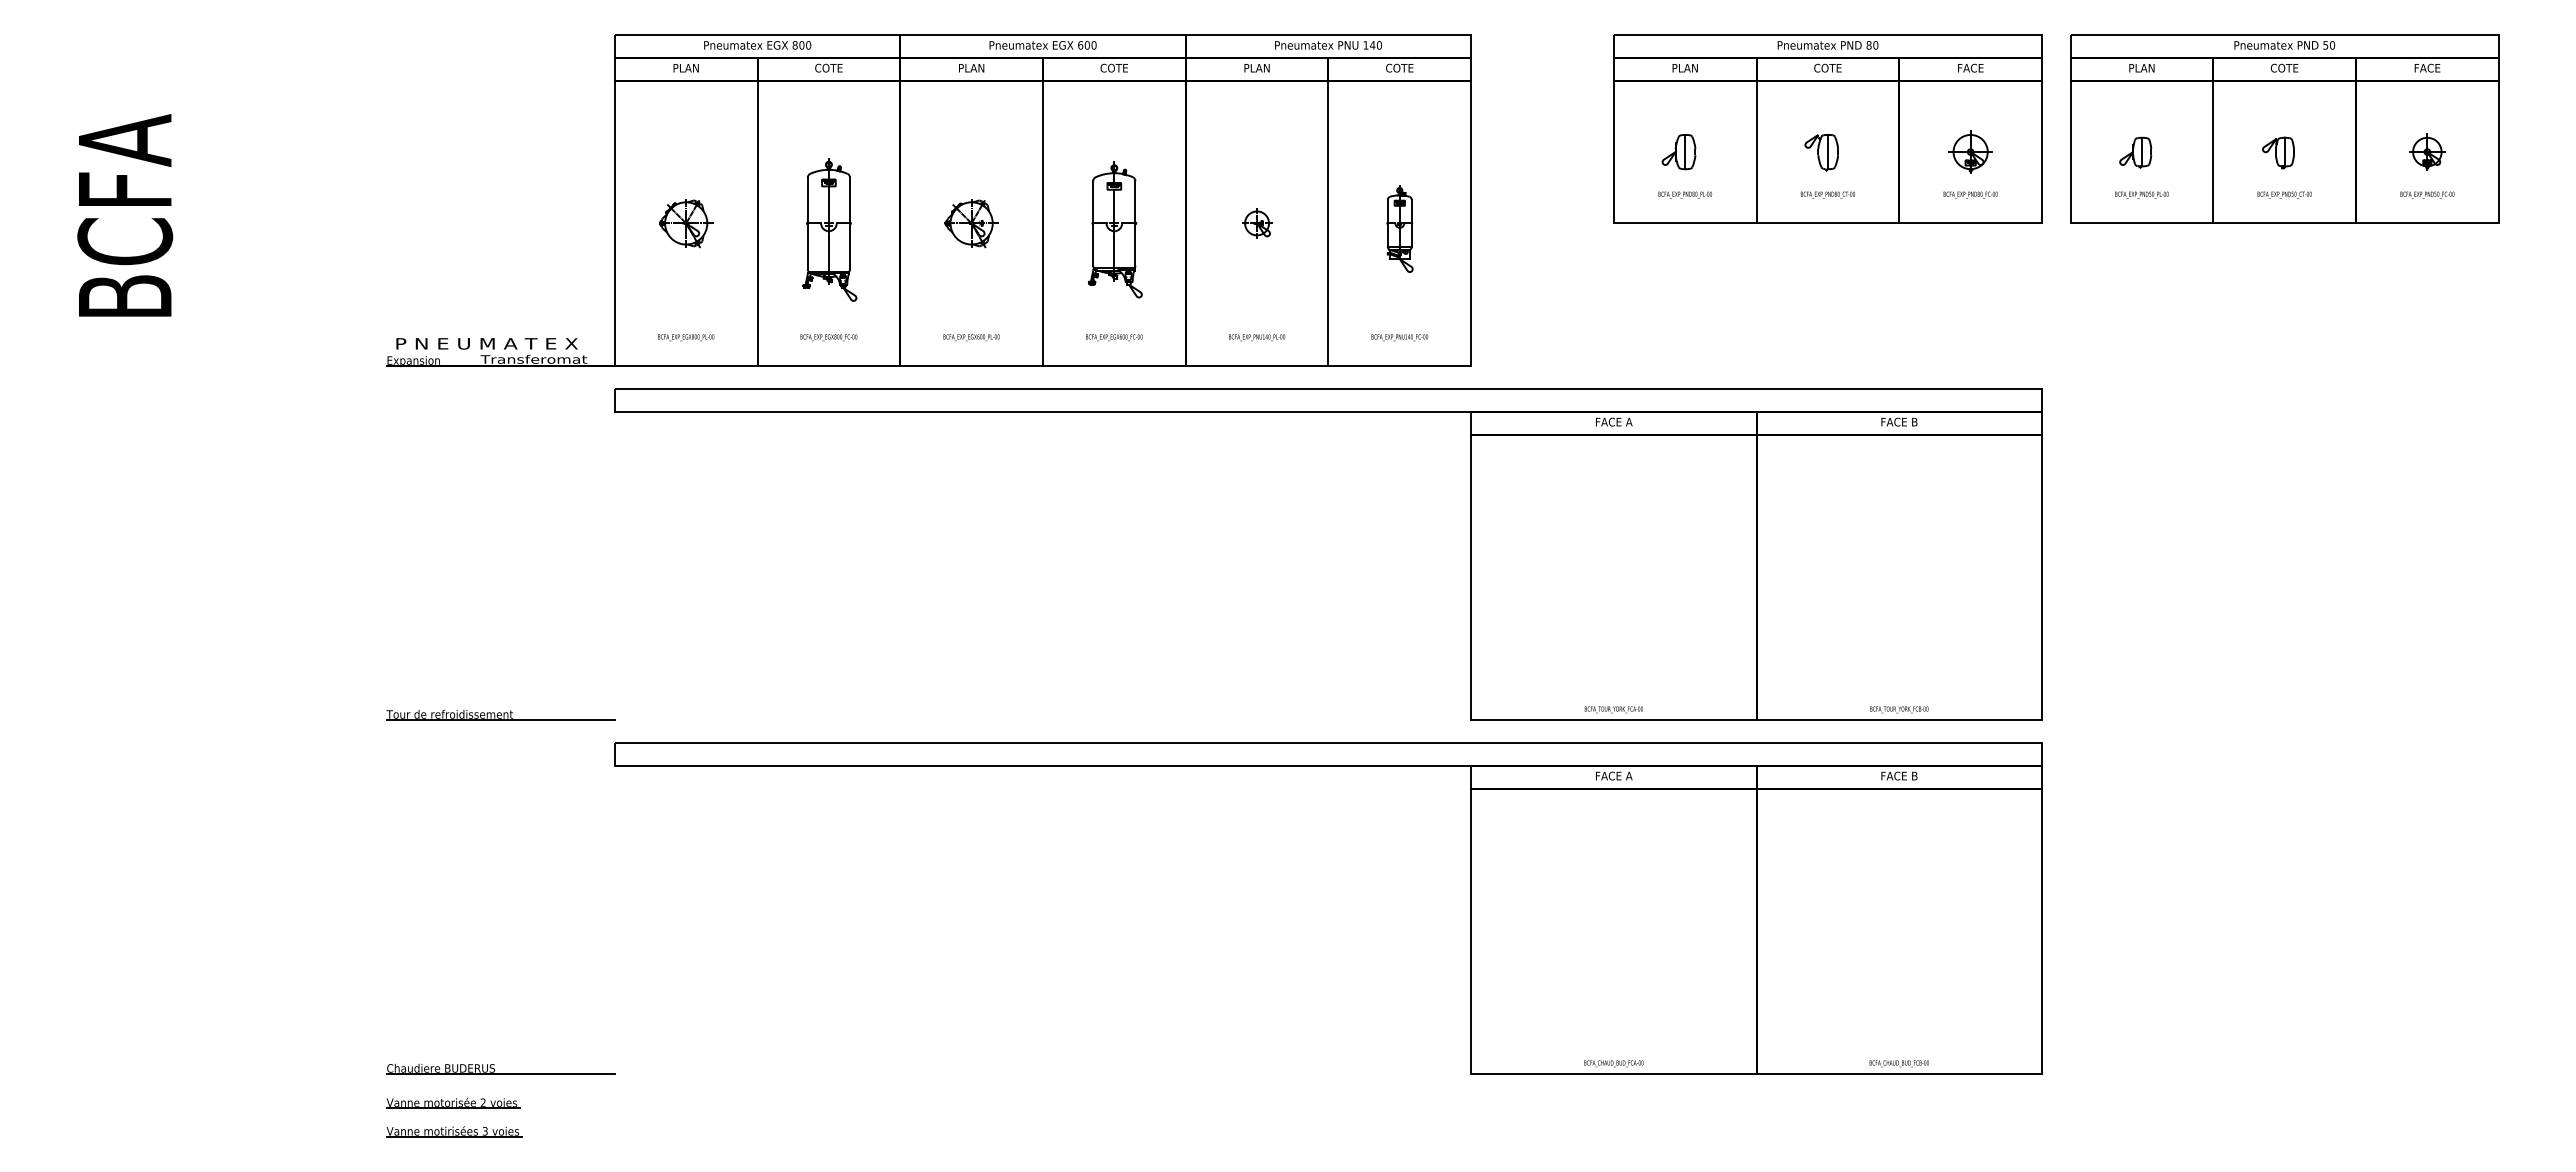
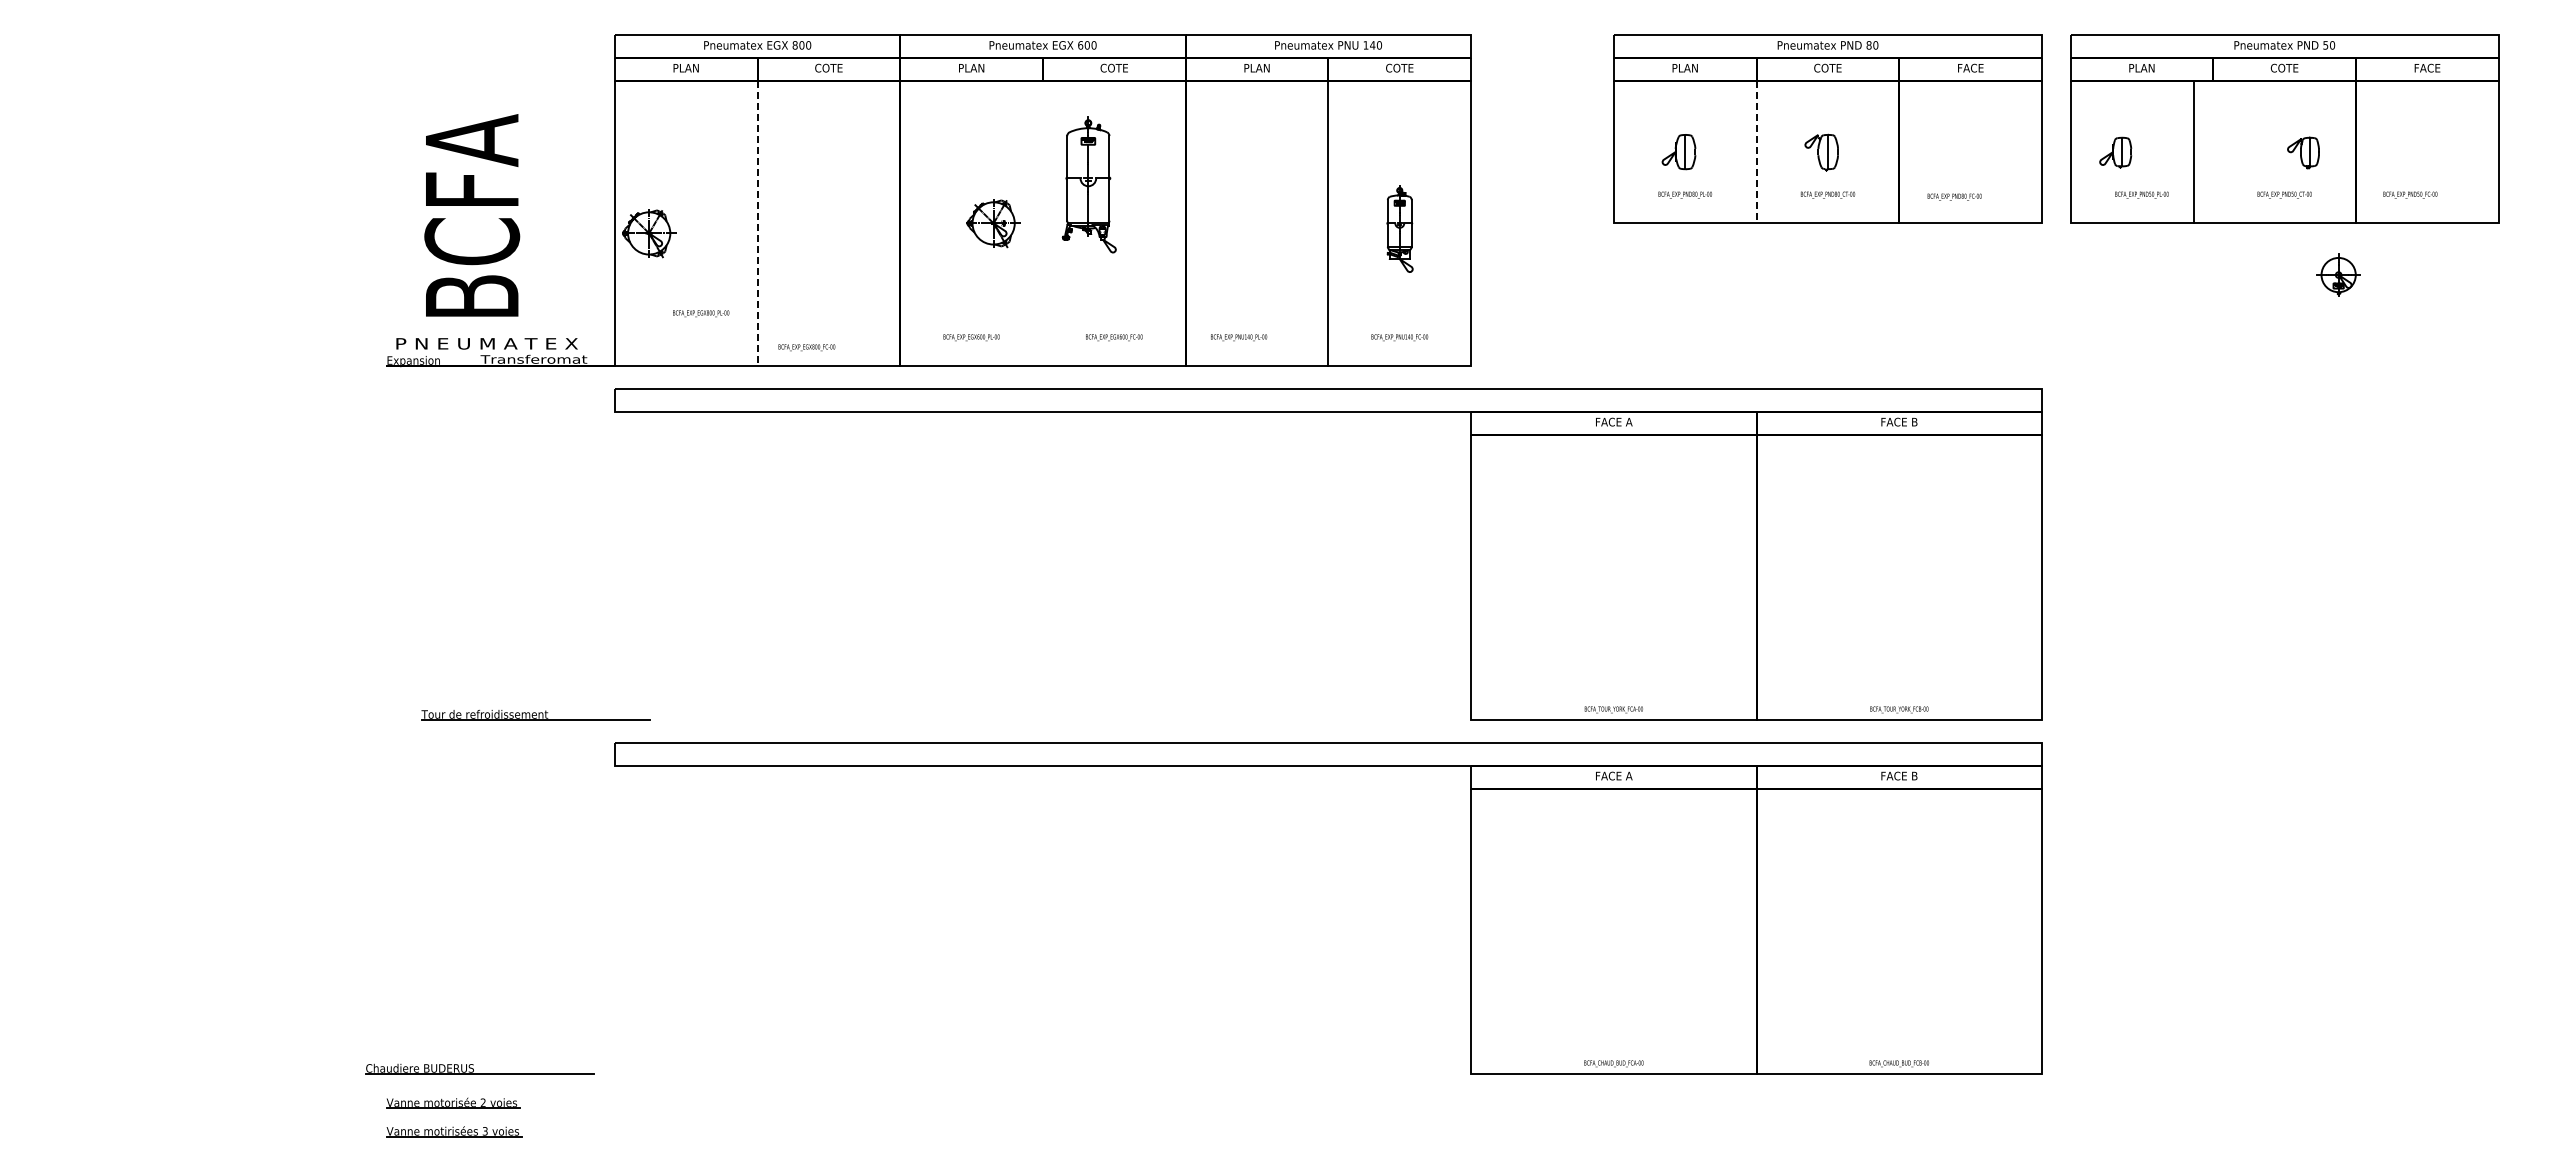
part at (1970, 151) position: (1970, 151) -> (2338, 274)
line at (2213, 151) position: (2213, 151) -> (2194, 151)
part at (2427, 151): present -> none
line at (1756, 152): solid -> dashed
part at (2135, 152) position: (2135, 152) -> (2115, 152)
part at (2278, 152) position: (2278, 152) -> (2303, 152)
text at (1970, 194) position: (1970, 194) -> (1954, 196)
text at (2427, 194) position: (2427, 194) -> (2410, 194)
text at (125, 215) position: (125, 215) -> (472, 215)
part at (686, 223) position: (686, 223) -> (649, 233)
line at (757, 223): solid -> dashed
part at (971, 223) position: (971, 223) -> (993, 223)
line at (1043, 223): present -> none
part at (1257, 223): present -> none
part at (829, 229): present -> none
part at (1114, 229) position: (1114, 229) -> (1088, 184)
text at (686, 337) position: (686, 337) -> (701, 313)
text at (828, 337) position: (828, 337) -> (806, 347)
text at (1257, 337) position: (1257, 337) -> (1239, 337)
part at (500, 714) position: (500, 714) -> (535, 714)
part at (500, 1068) position: (500, 1068) -> (479, 1068)
